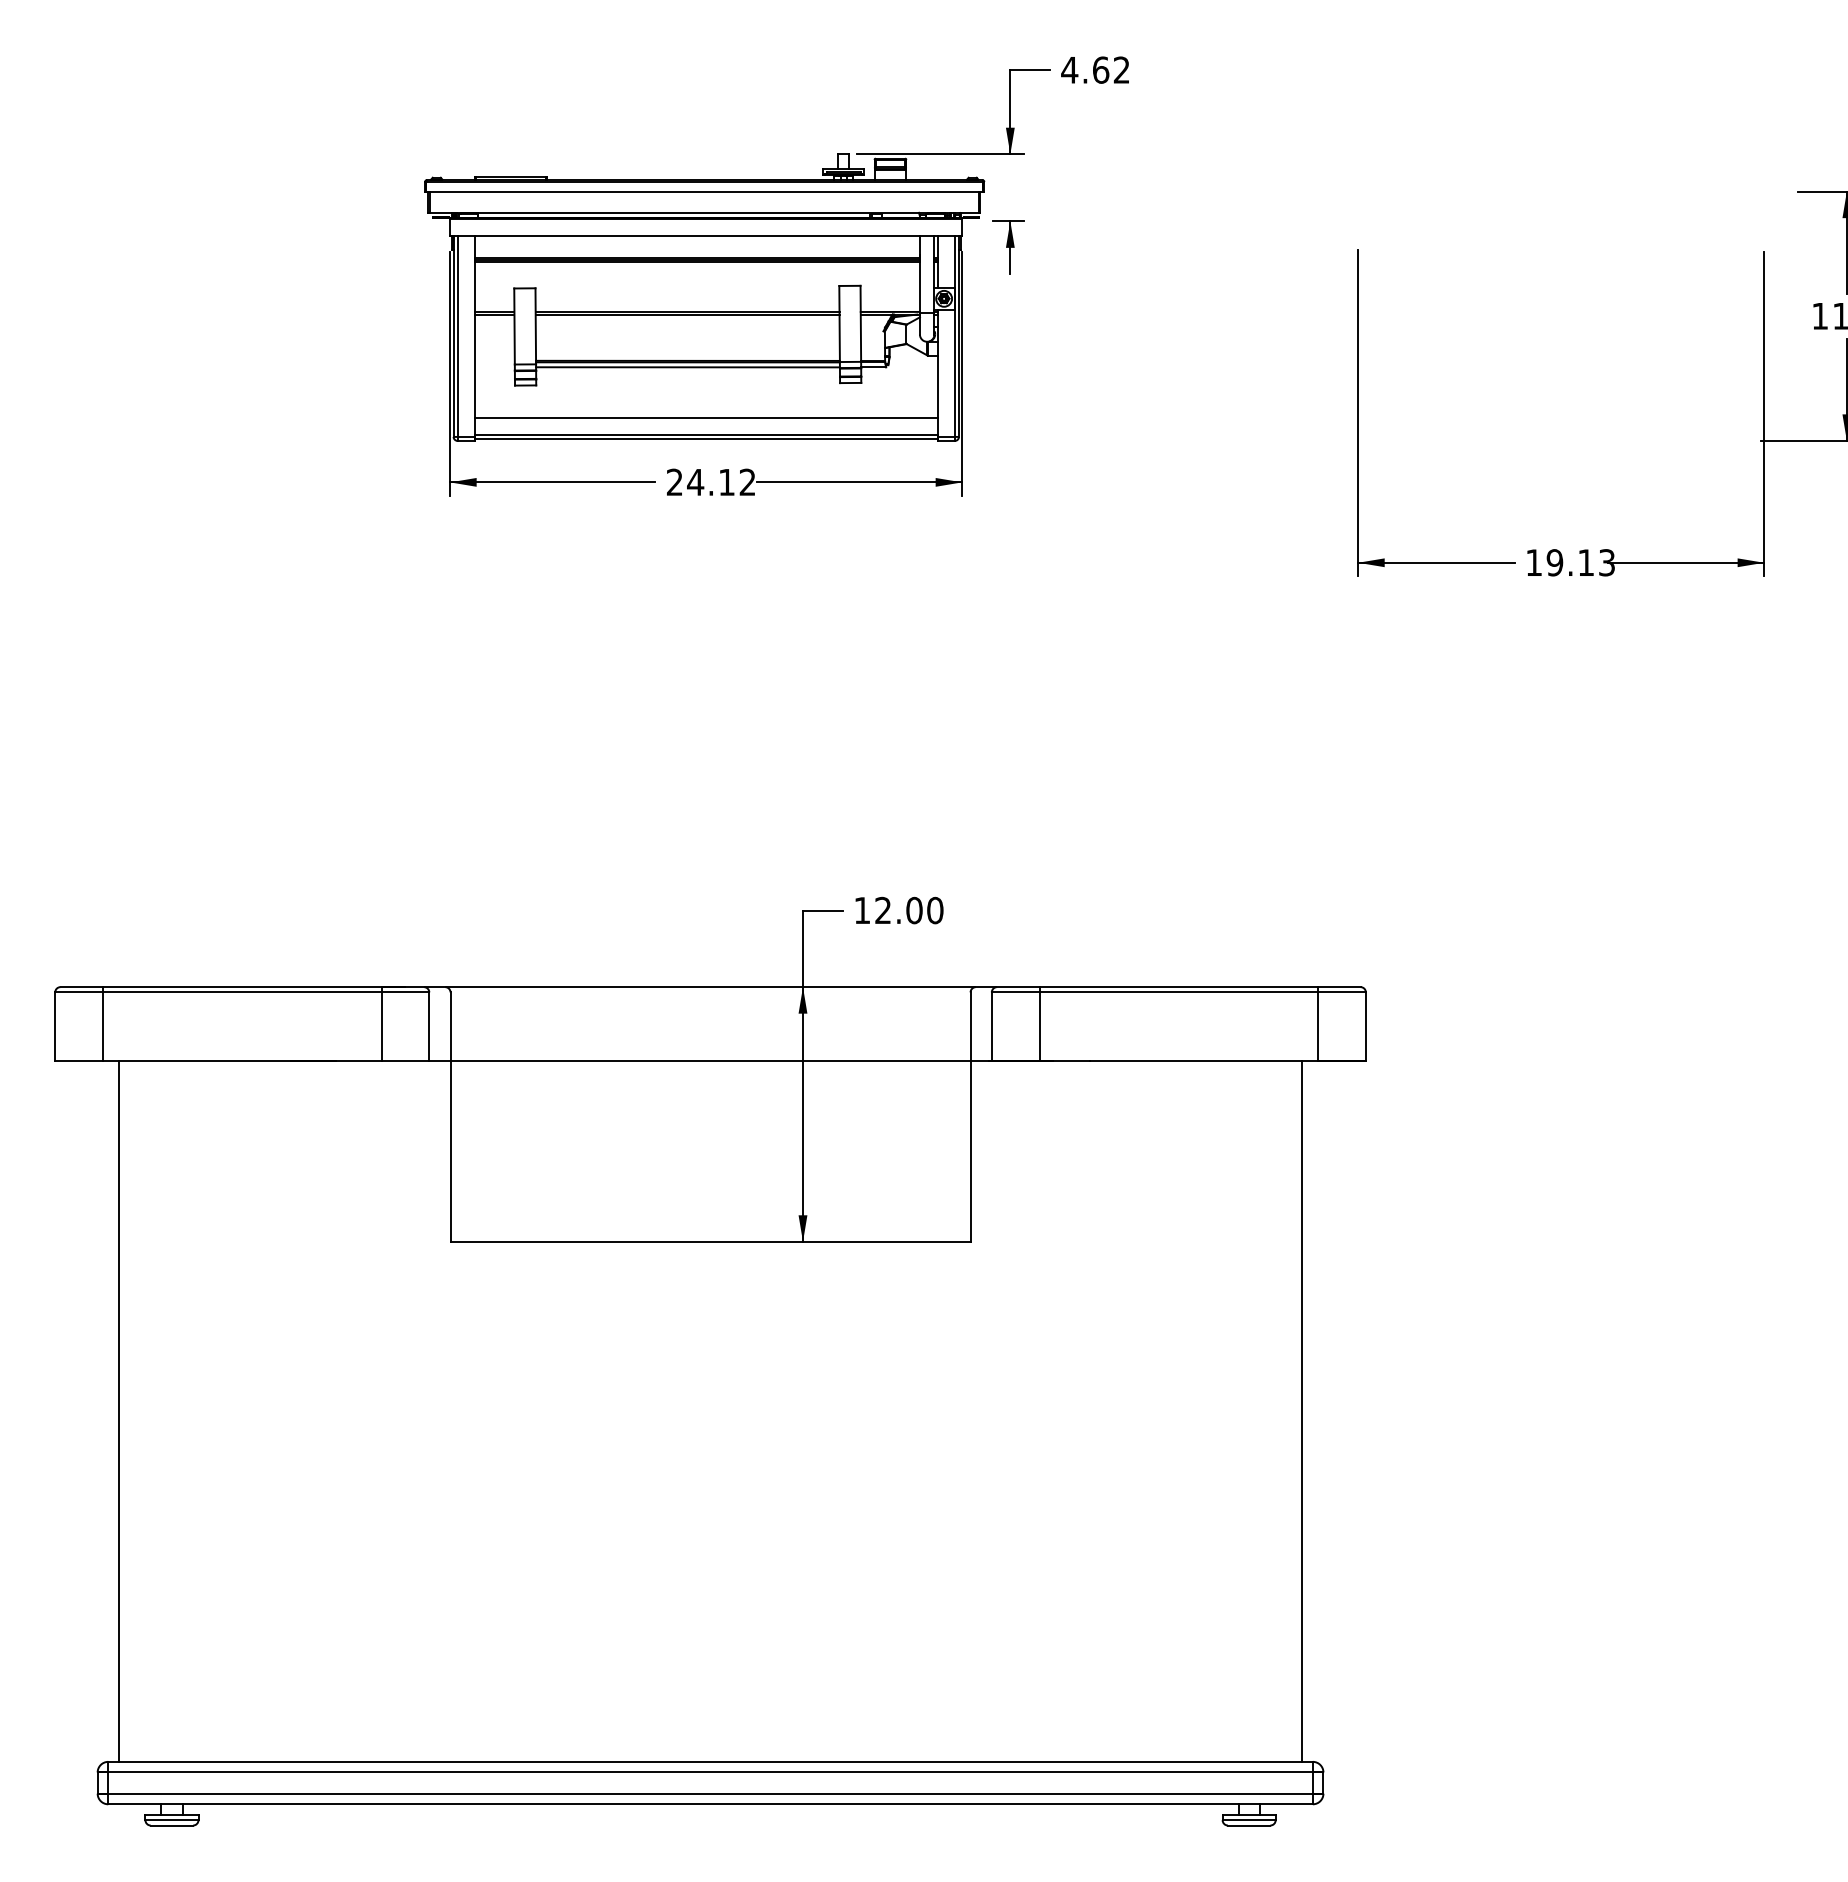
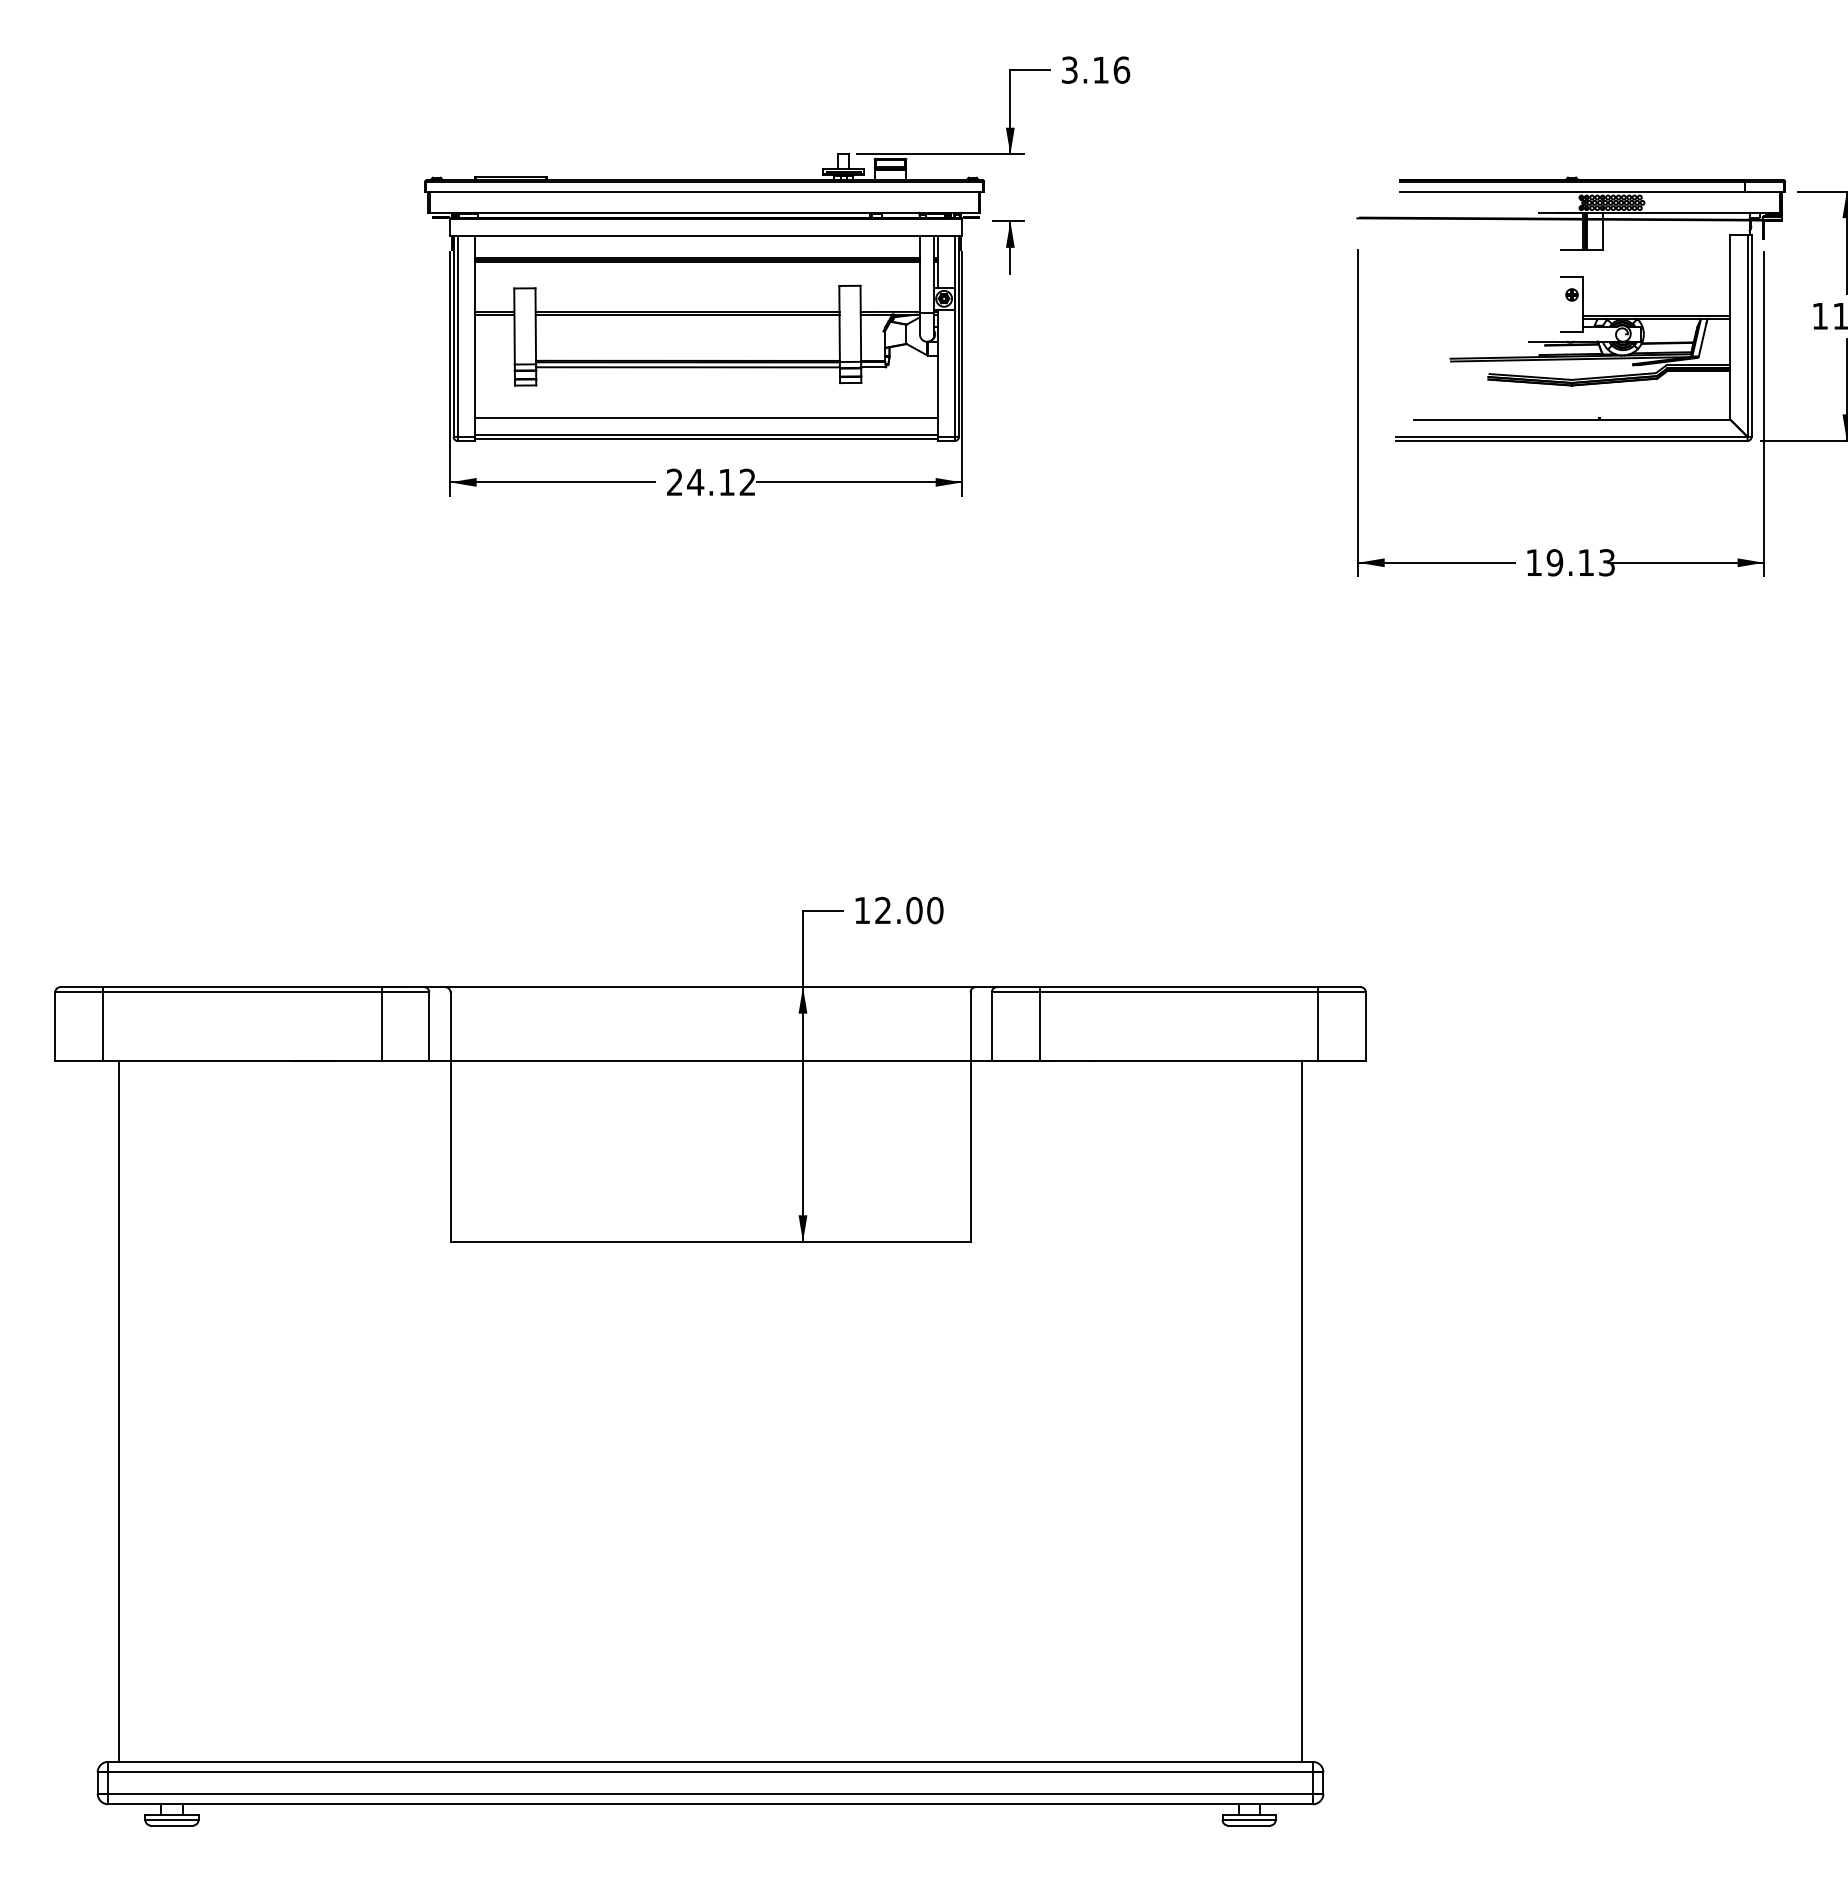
text at (1095, 69): 4.62 -> 3.16
part at (1571, 301): none -> present
